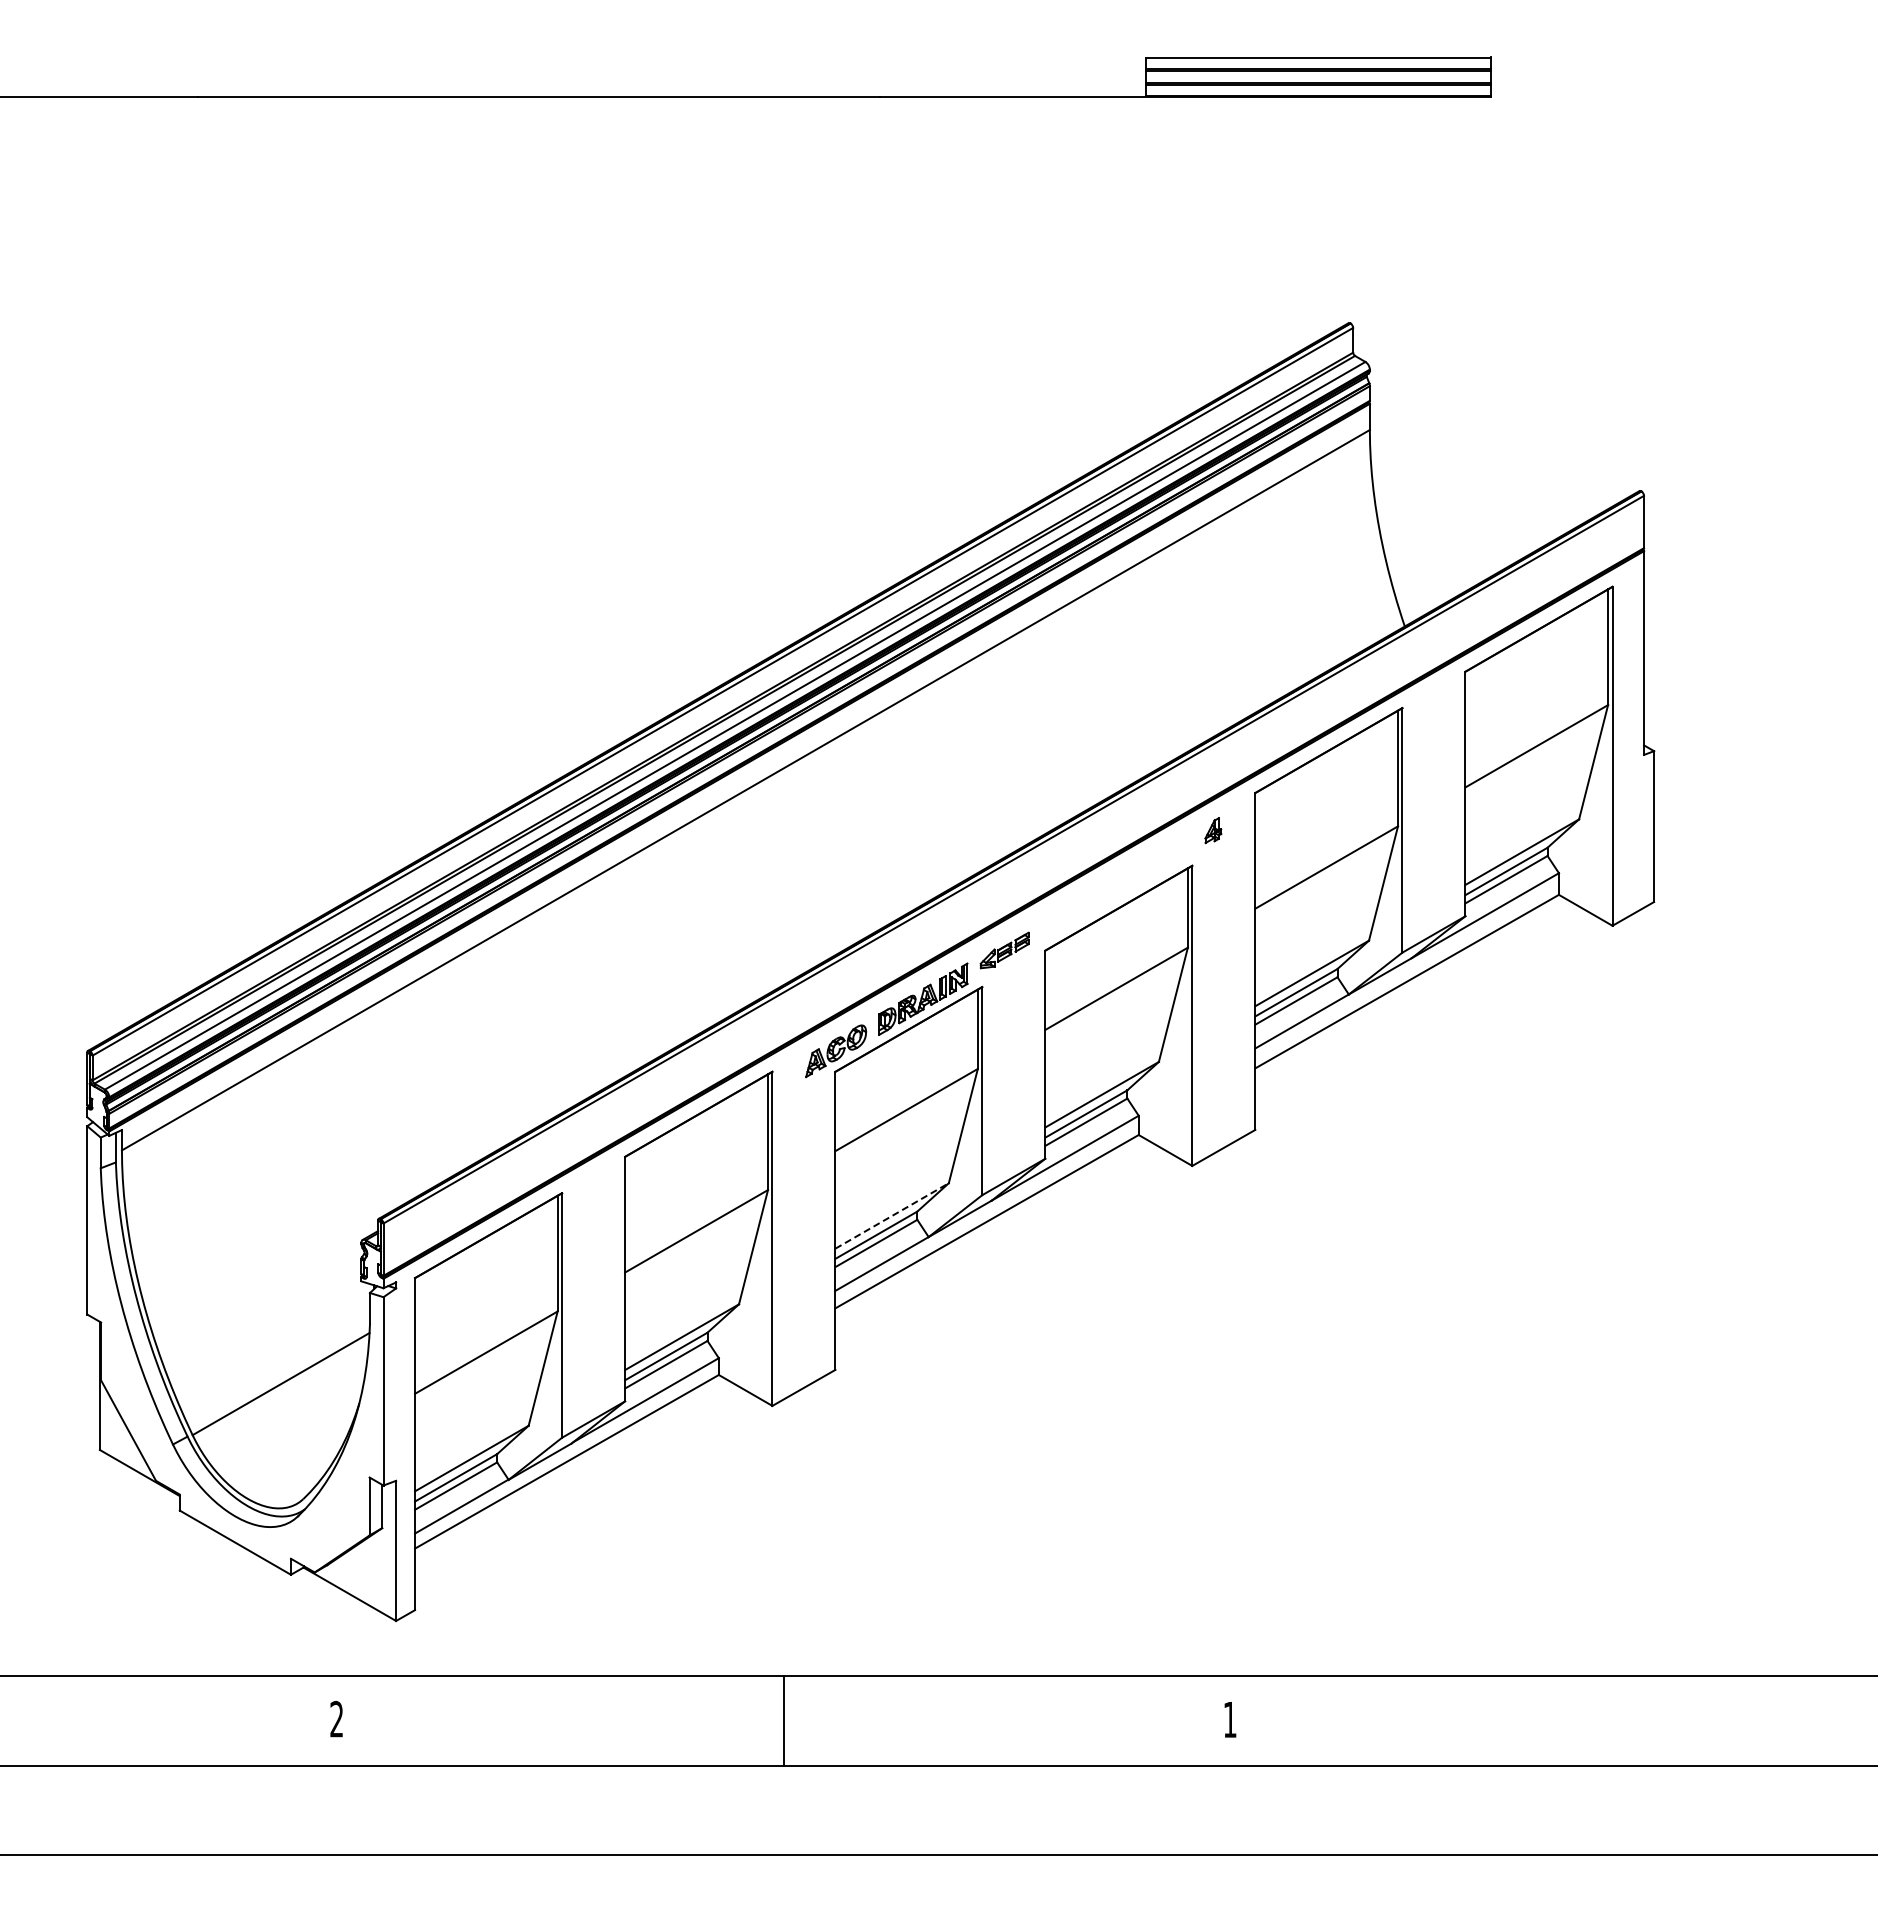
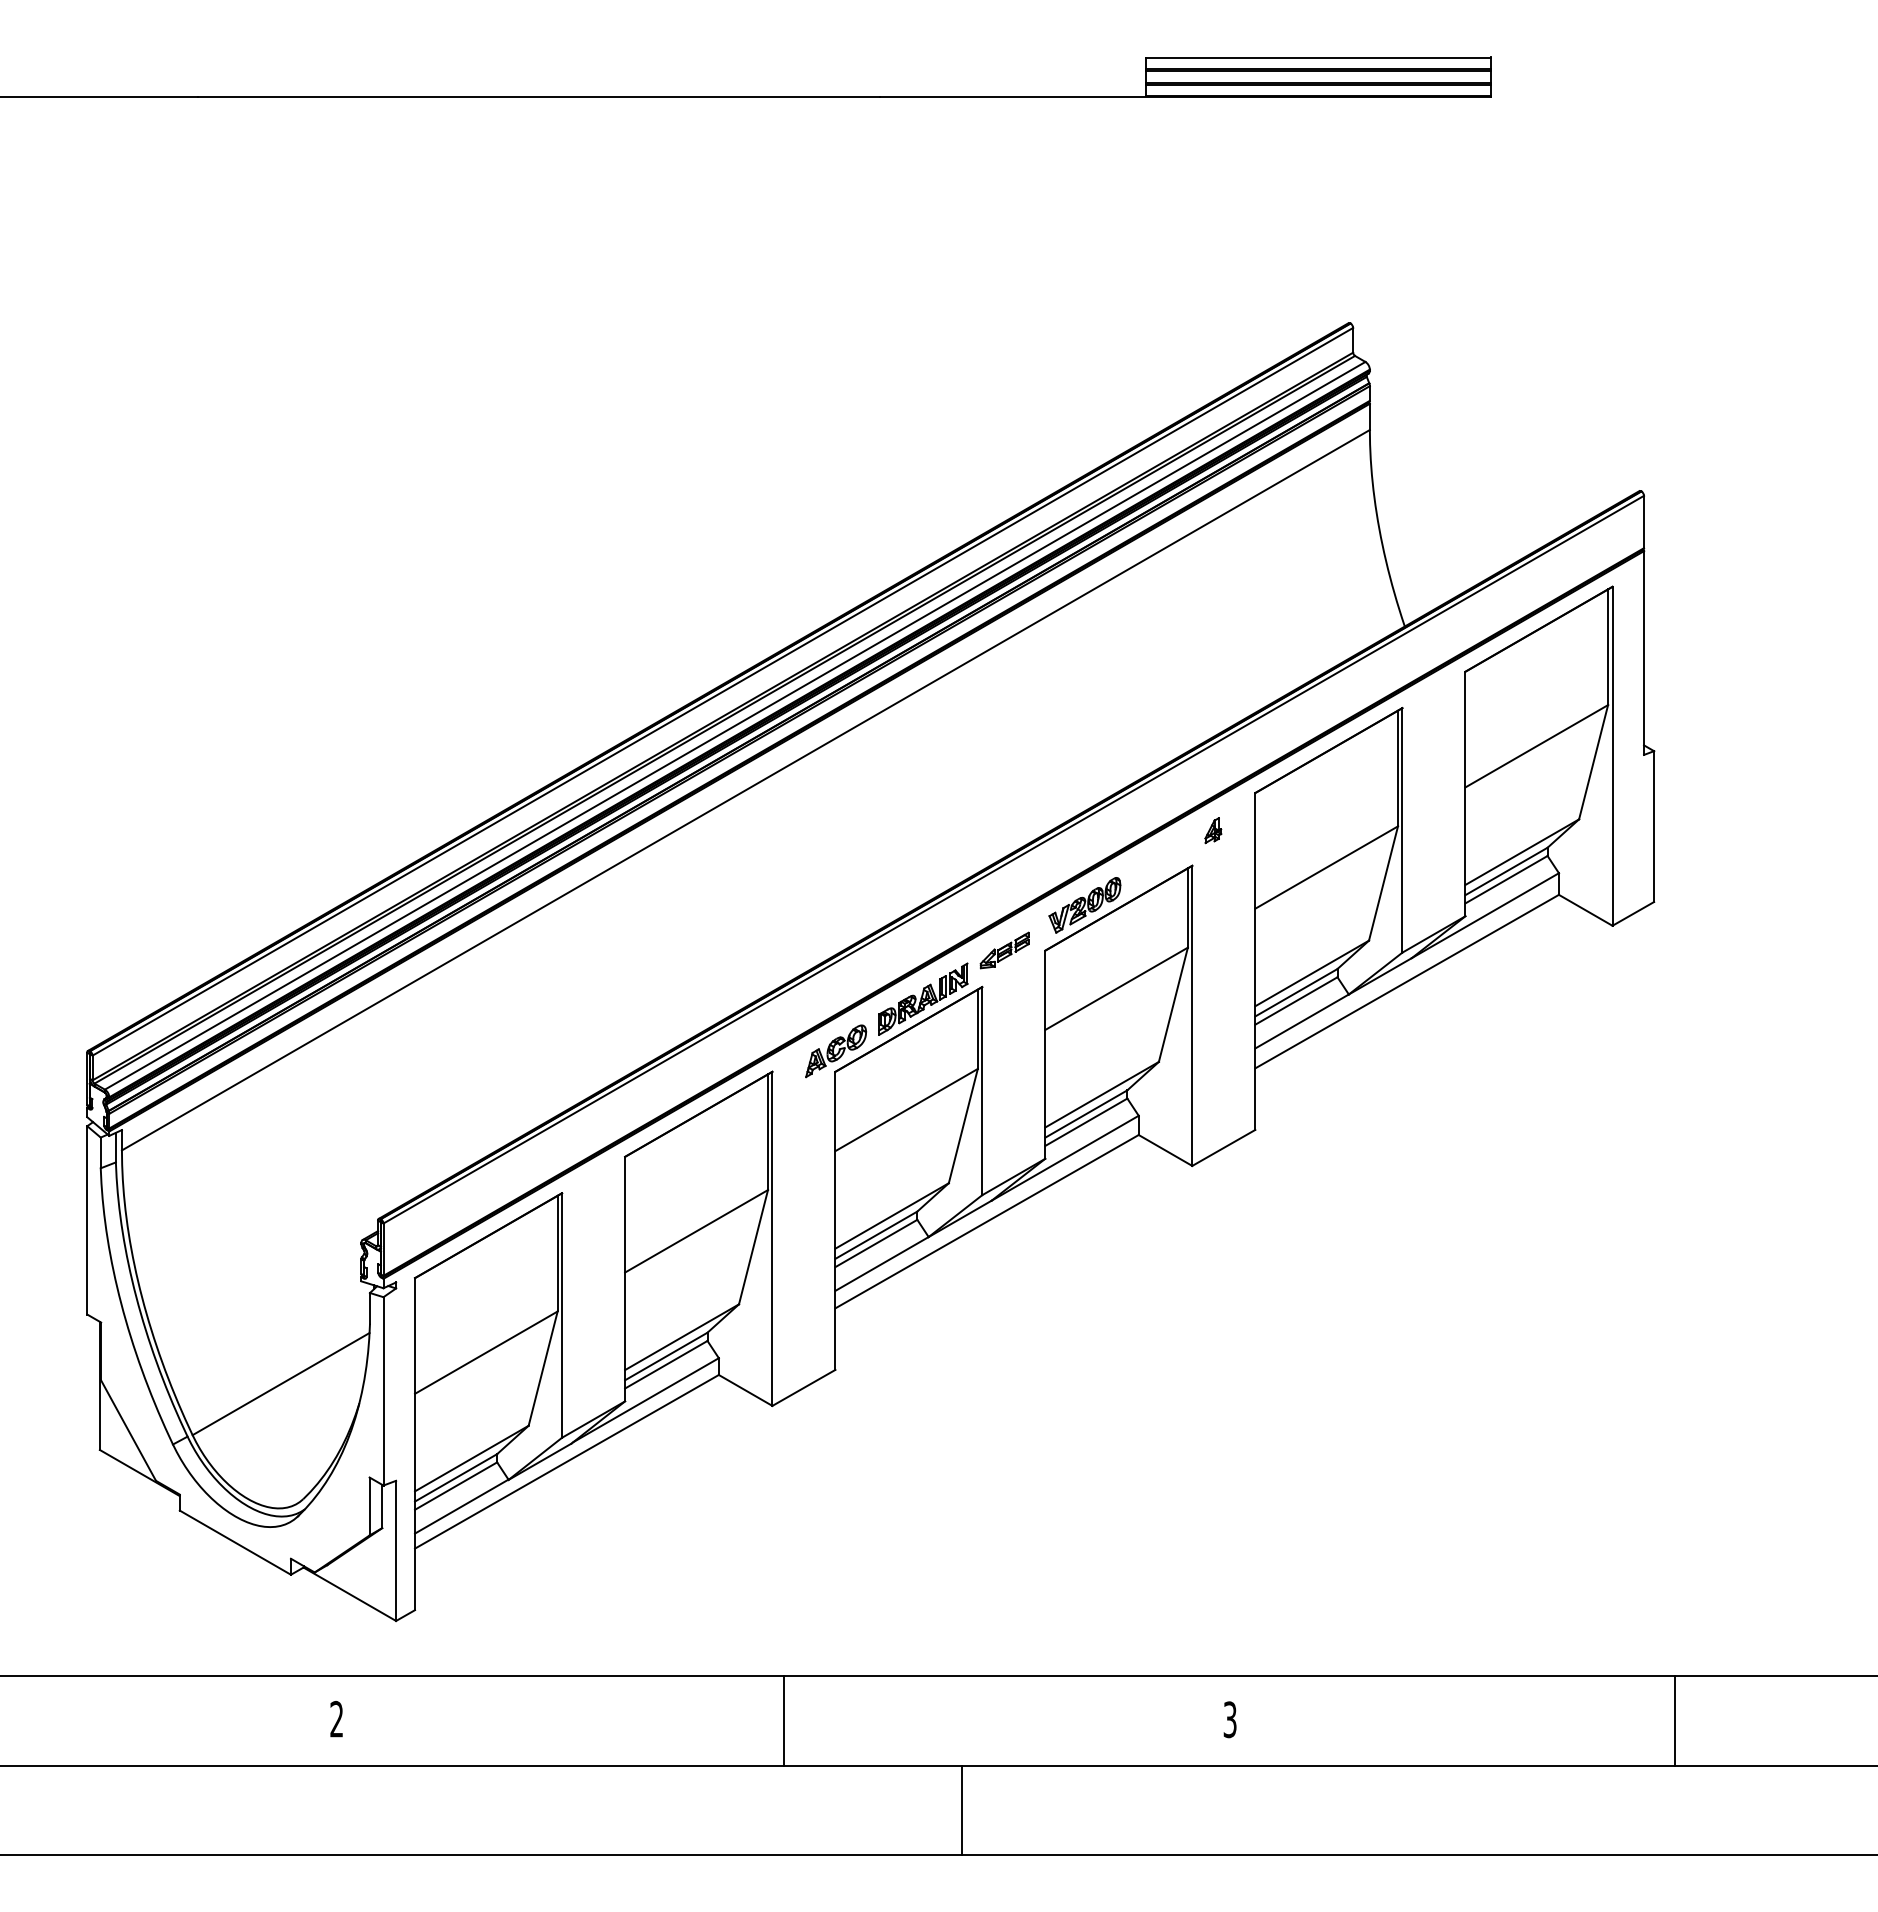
part at (1084, 905): none -> present
line at (892, 1215): dashed -> solid
text at (1229, 1719): 1 -> 3
line at (1675, 1720): none -> present
line at (962, 1809): none -> present
